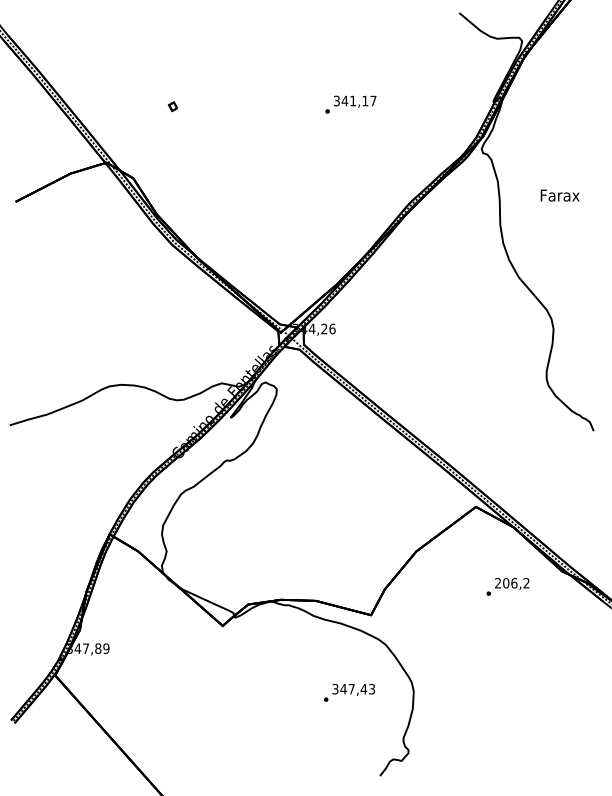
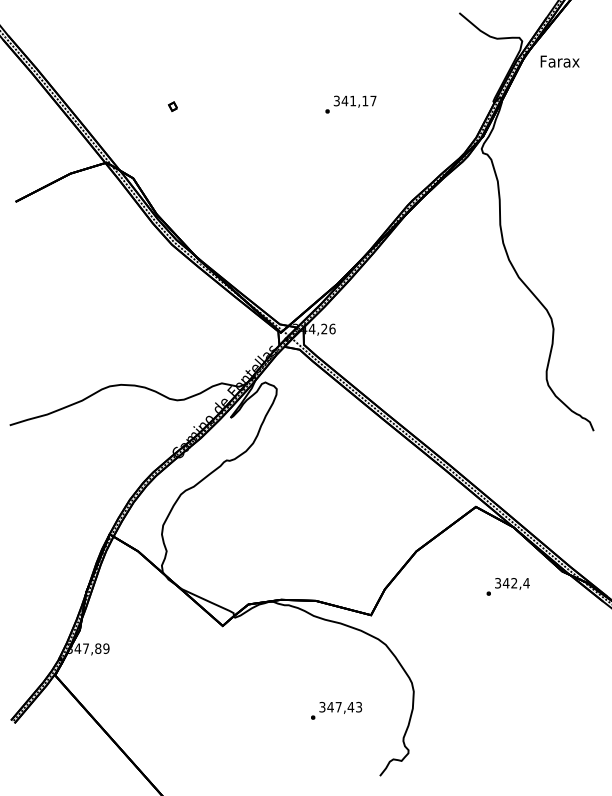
text at (559, 195) position: (559, 195) -> (559, 61)
text at (512, 583): 206,2 -> 342,4
text at (349, 692) position: (349, 692) -> (336, 710)
